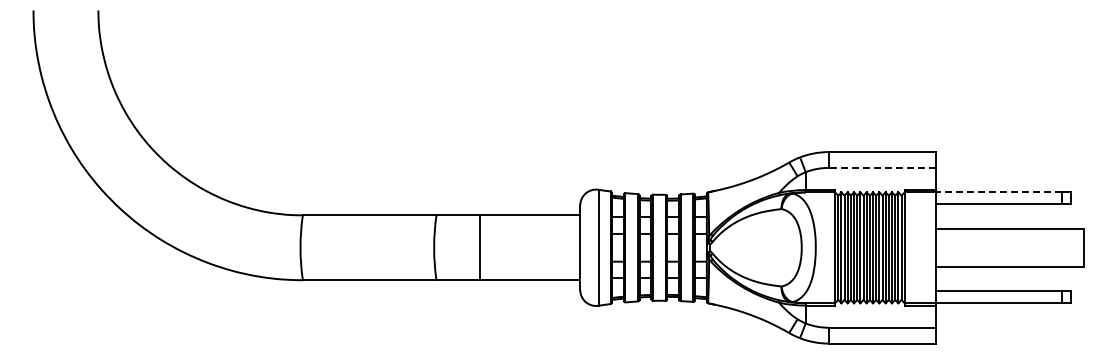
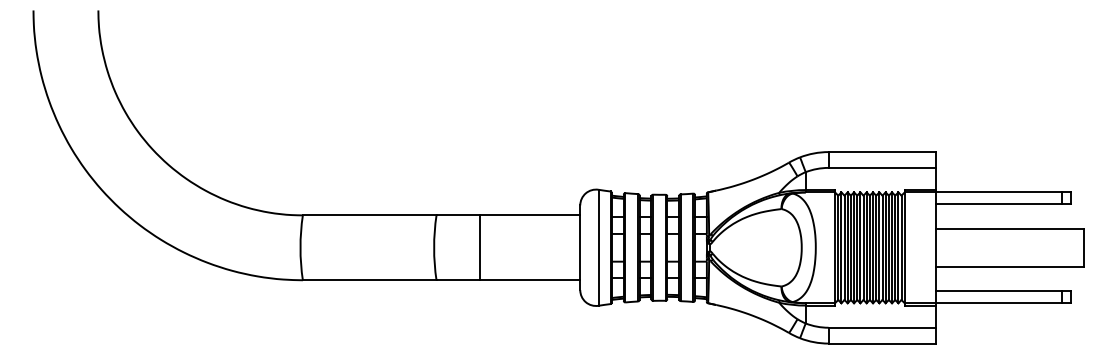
line at (882, 167): dashed -> solid
line at (999, 192): dashed -> solid
